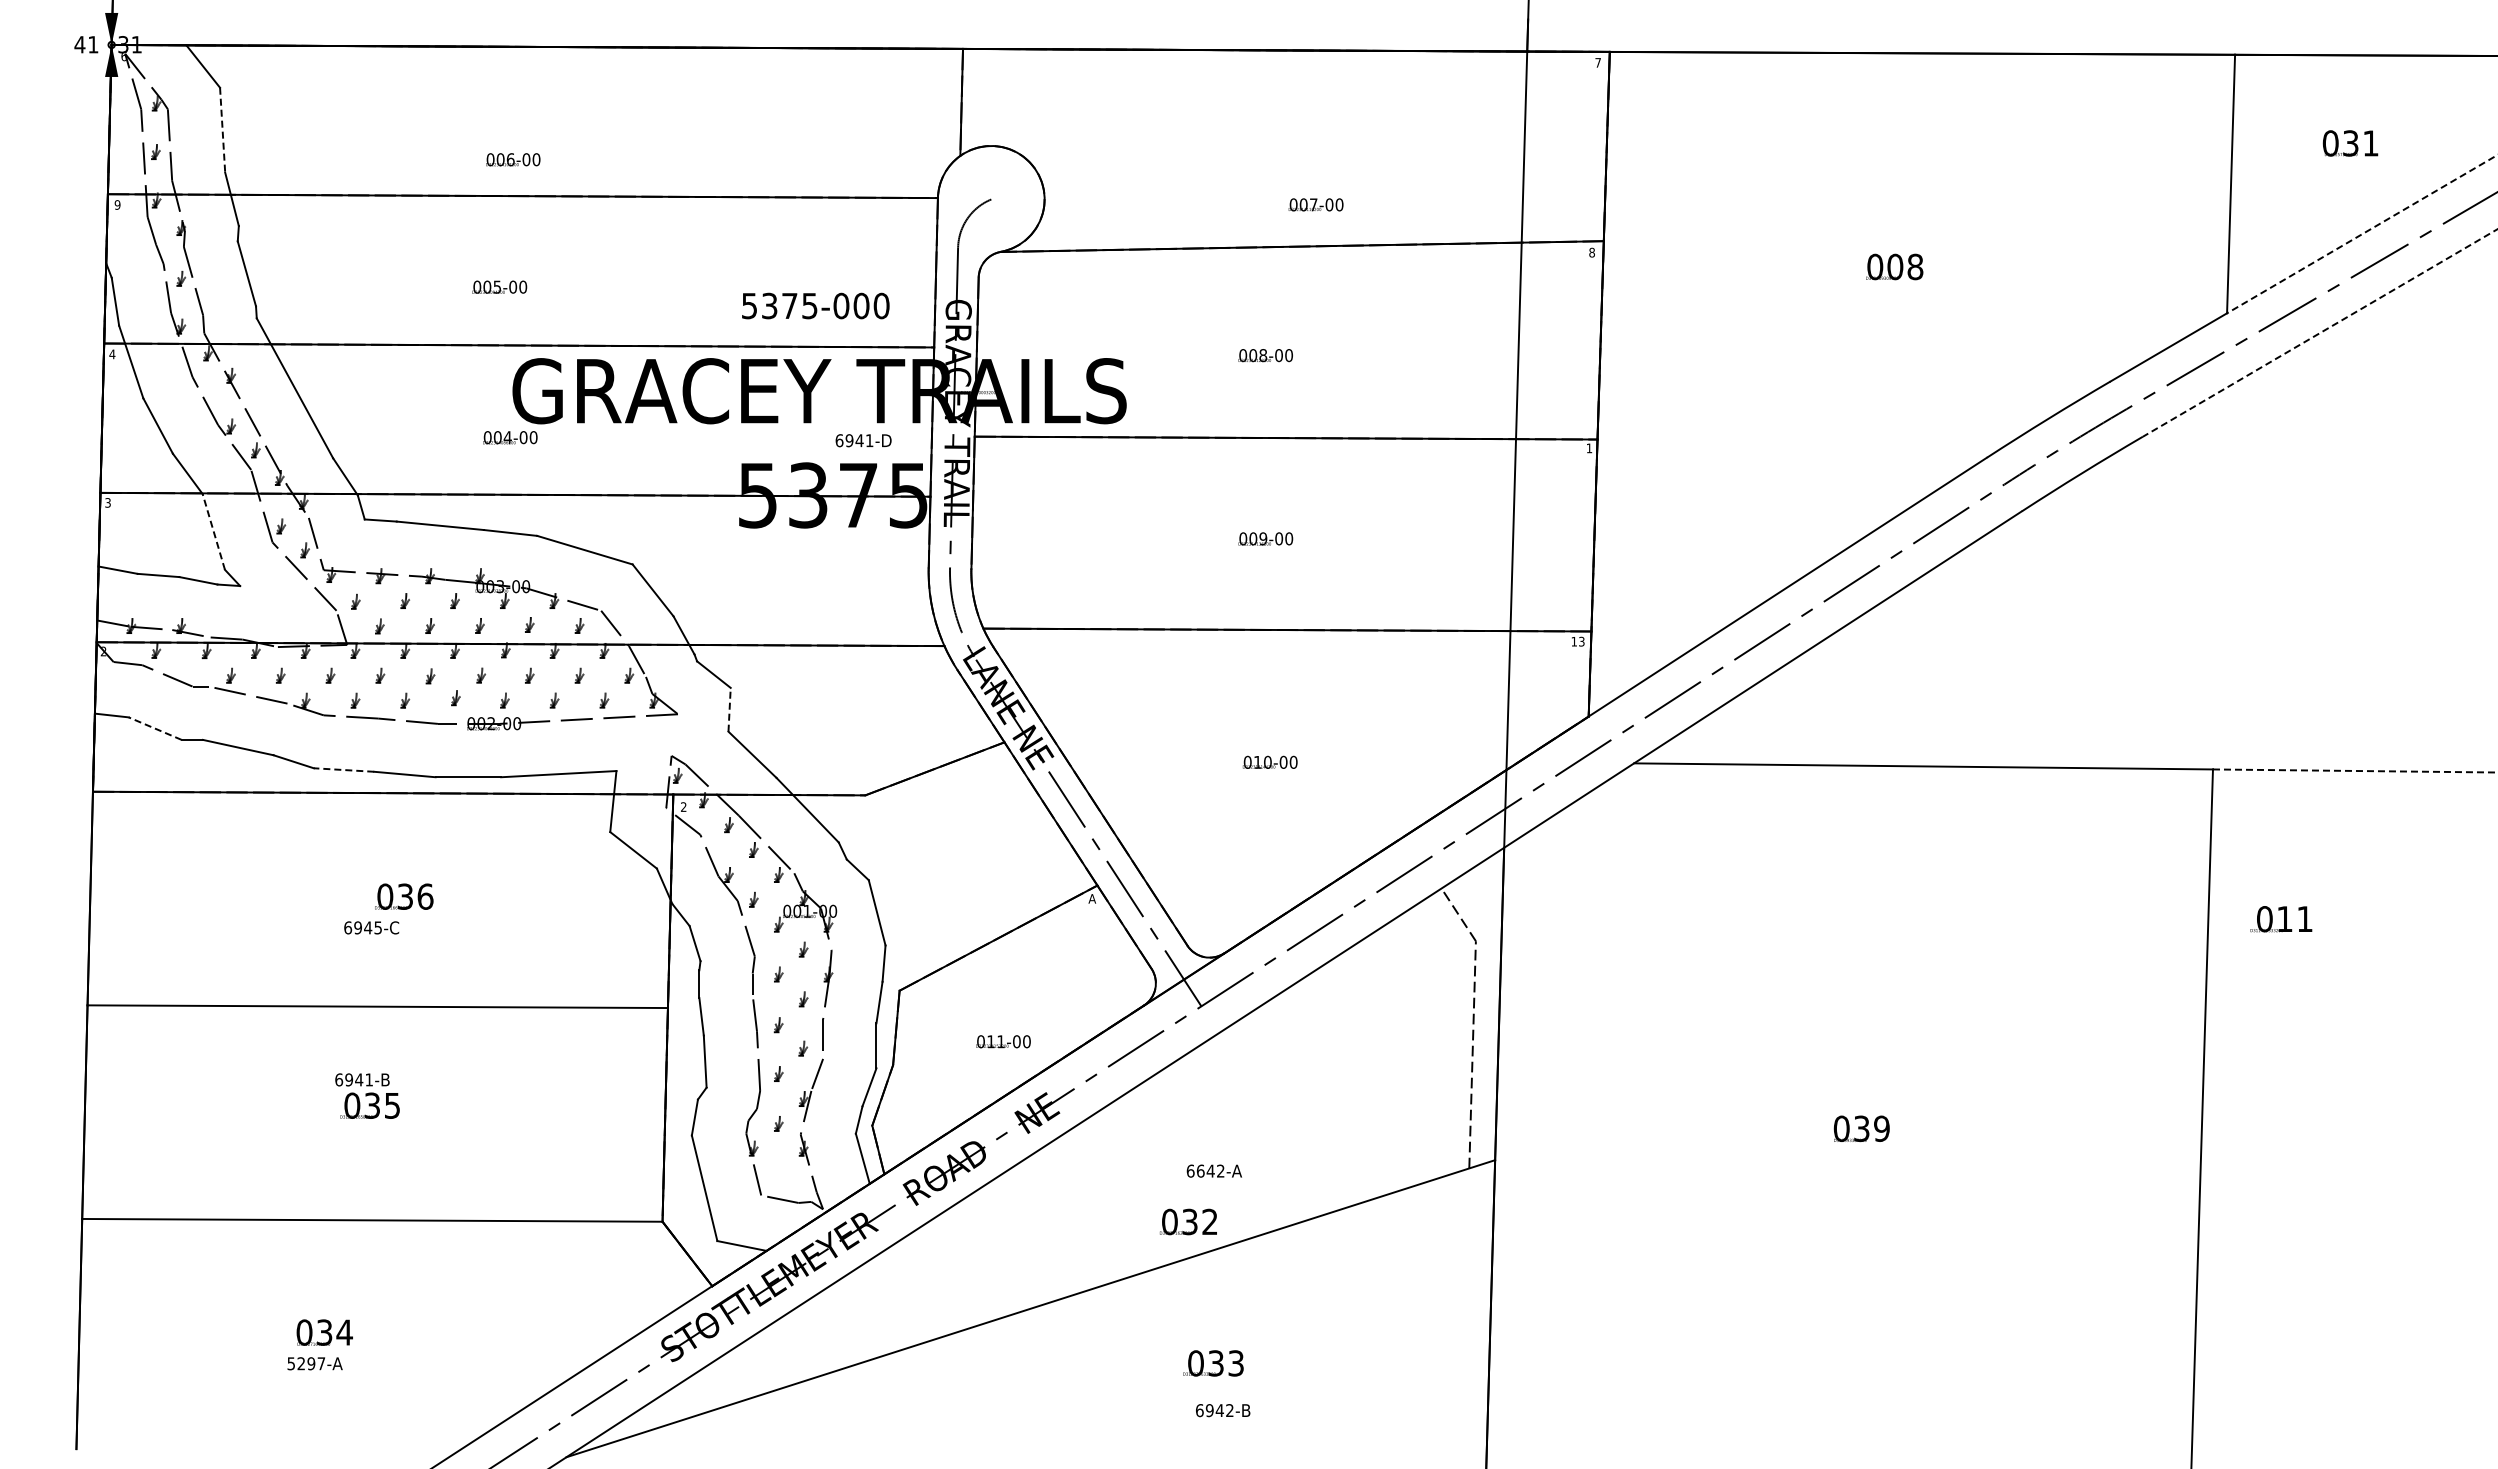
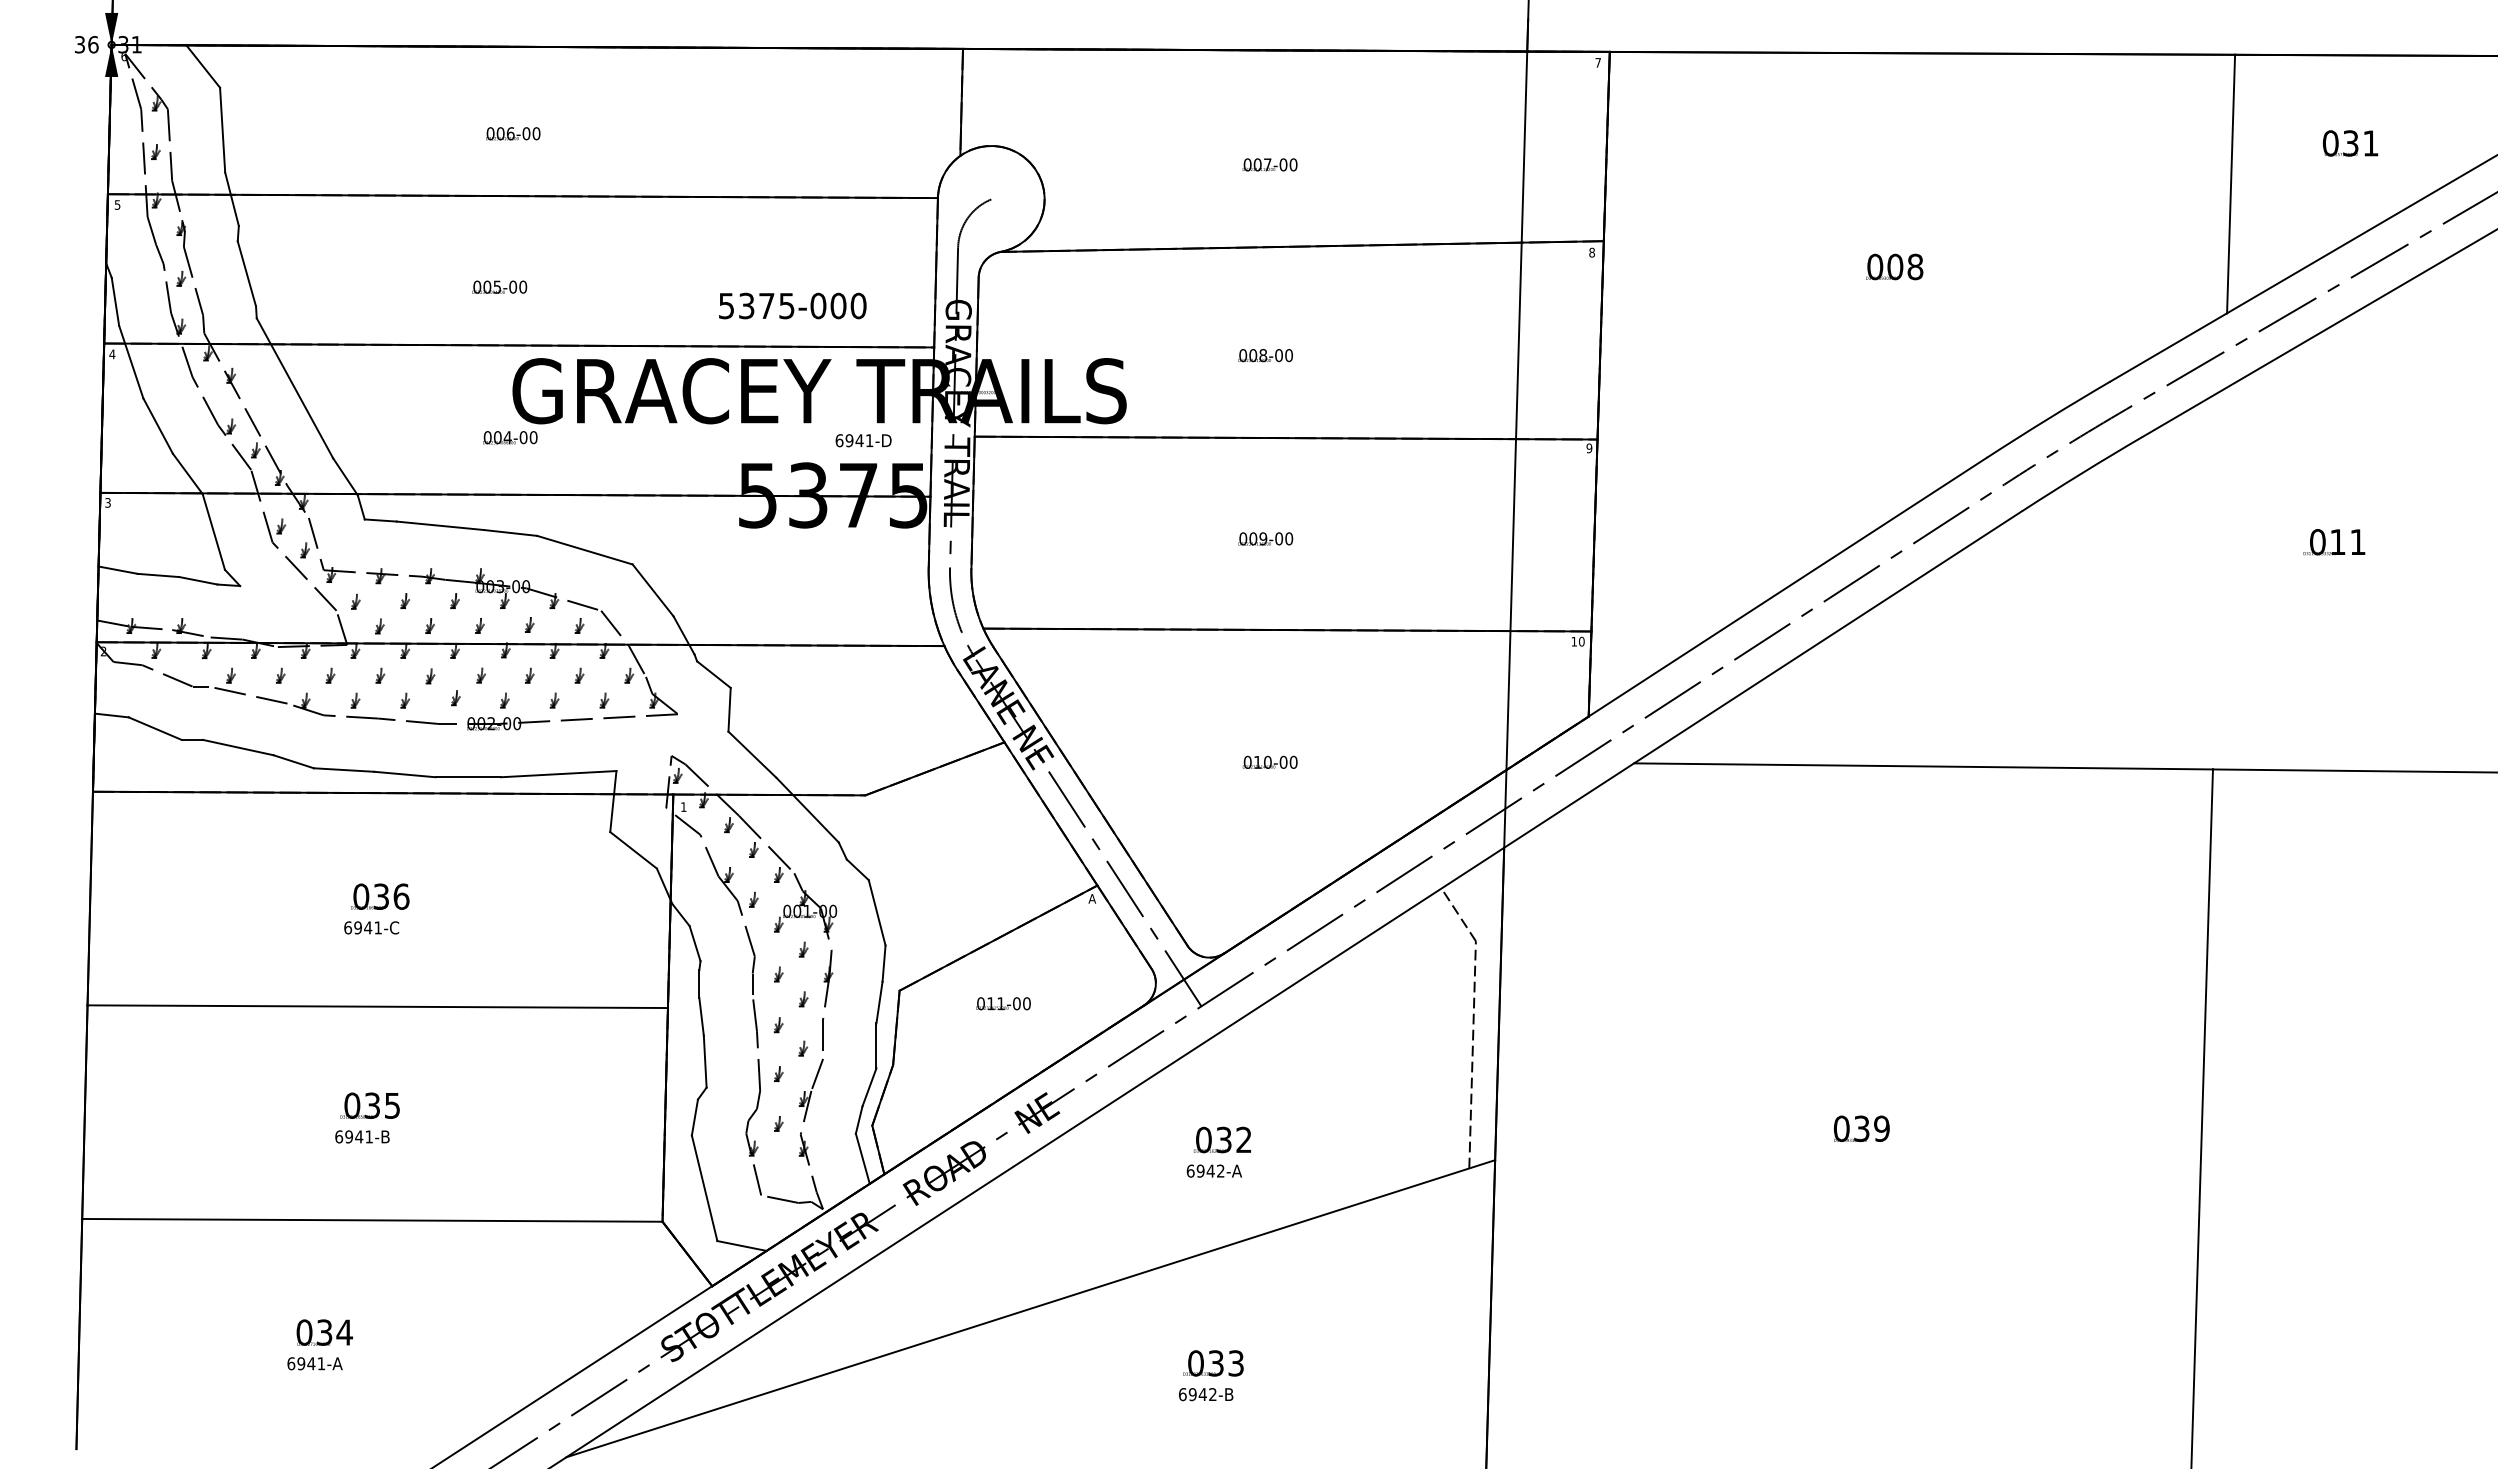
text at (86, 44): 41 -> 36
line at (222, 130): dashed -> solid
text at (513, 159) position: (513, 159) -> (513, 133)
text at (117, 204): 9 -> 5
text at (1315, 204) position: (1315, 204) -> (1269, 164)
line at (2362, 234): dashed -> solid
text at (815, 305) position: (815, 305) -> (792, 305)
line at (2319, 333): dashed -> solid
text at (1589, 448): 1 -> 9
line at (213, 531): dashed -> solid
text at (1581, 641): 13 -> 10
line at (729, 709): dashed -> solid
line at (155, 728): dashed -> solid
line at (343, 770): dashed -> solid
line at (2355, 770): dashed -> solid
text at (683, 806): 2 -> 1
text at (404, 896) position: (404, 896) -> (380, 896)
text at (2281, 919) position: (2281, 919) -> (2334, 542)
text at (377, 927): 6945-C -> 6941-C
text at (1003, 1041) position: (1003, 1041) -> (1003, 1003)
text at (362, 1079) position: (362, 1079) -> (362, 1136)
text at (1200, 1170): 6642-A -> 6942-A
text at (1187, 1221) position: (1187, 1221) -> (1221, 1139)
text at (306, 1363): 5297-A -> 6941-A
text at (1223, 1410) position: (1223, 1410) -> (1206, 1394)
